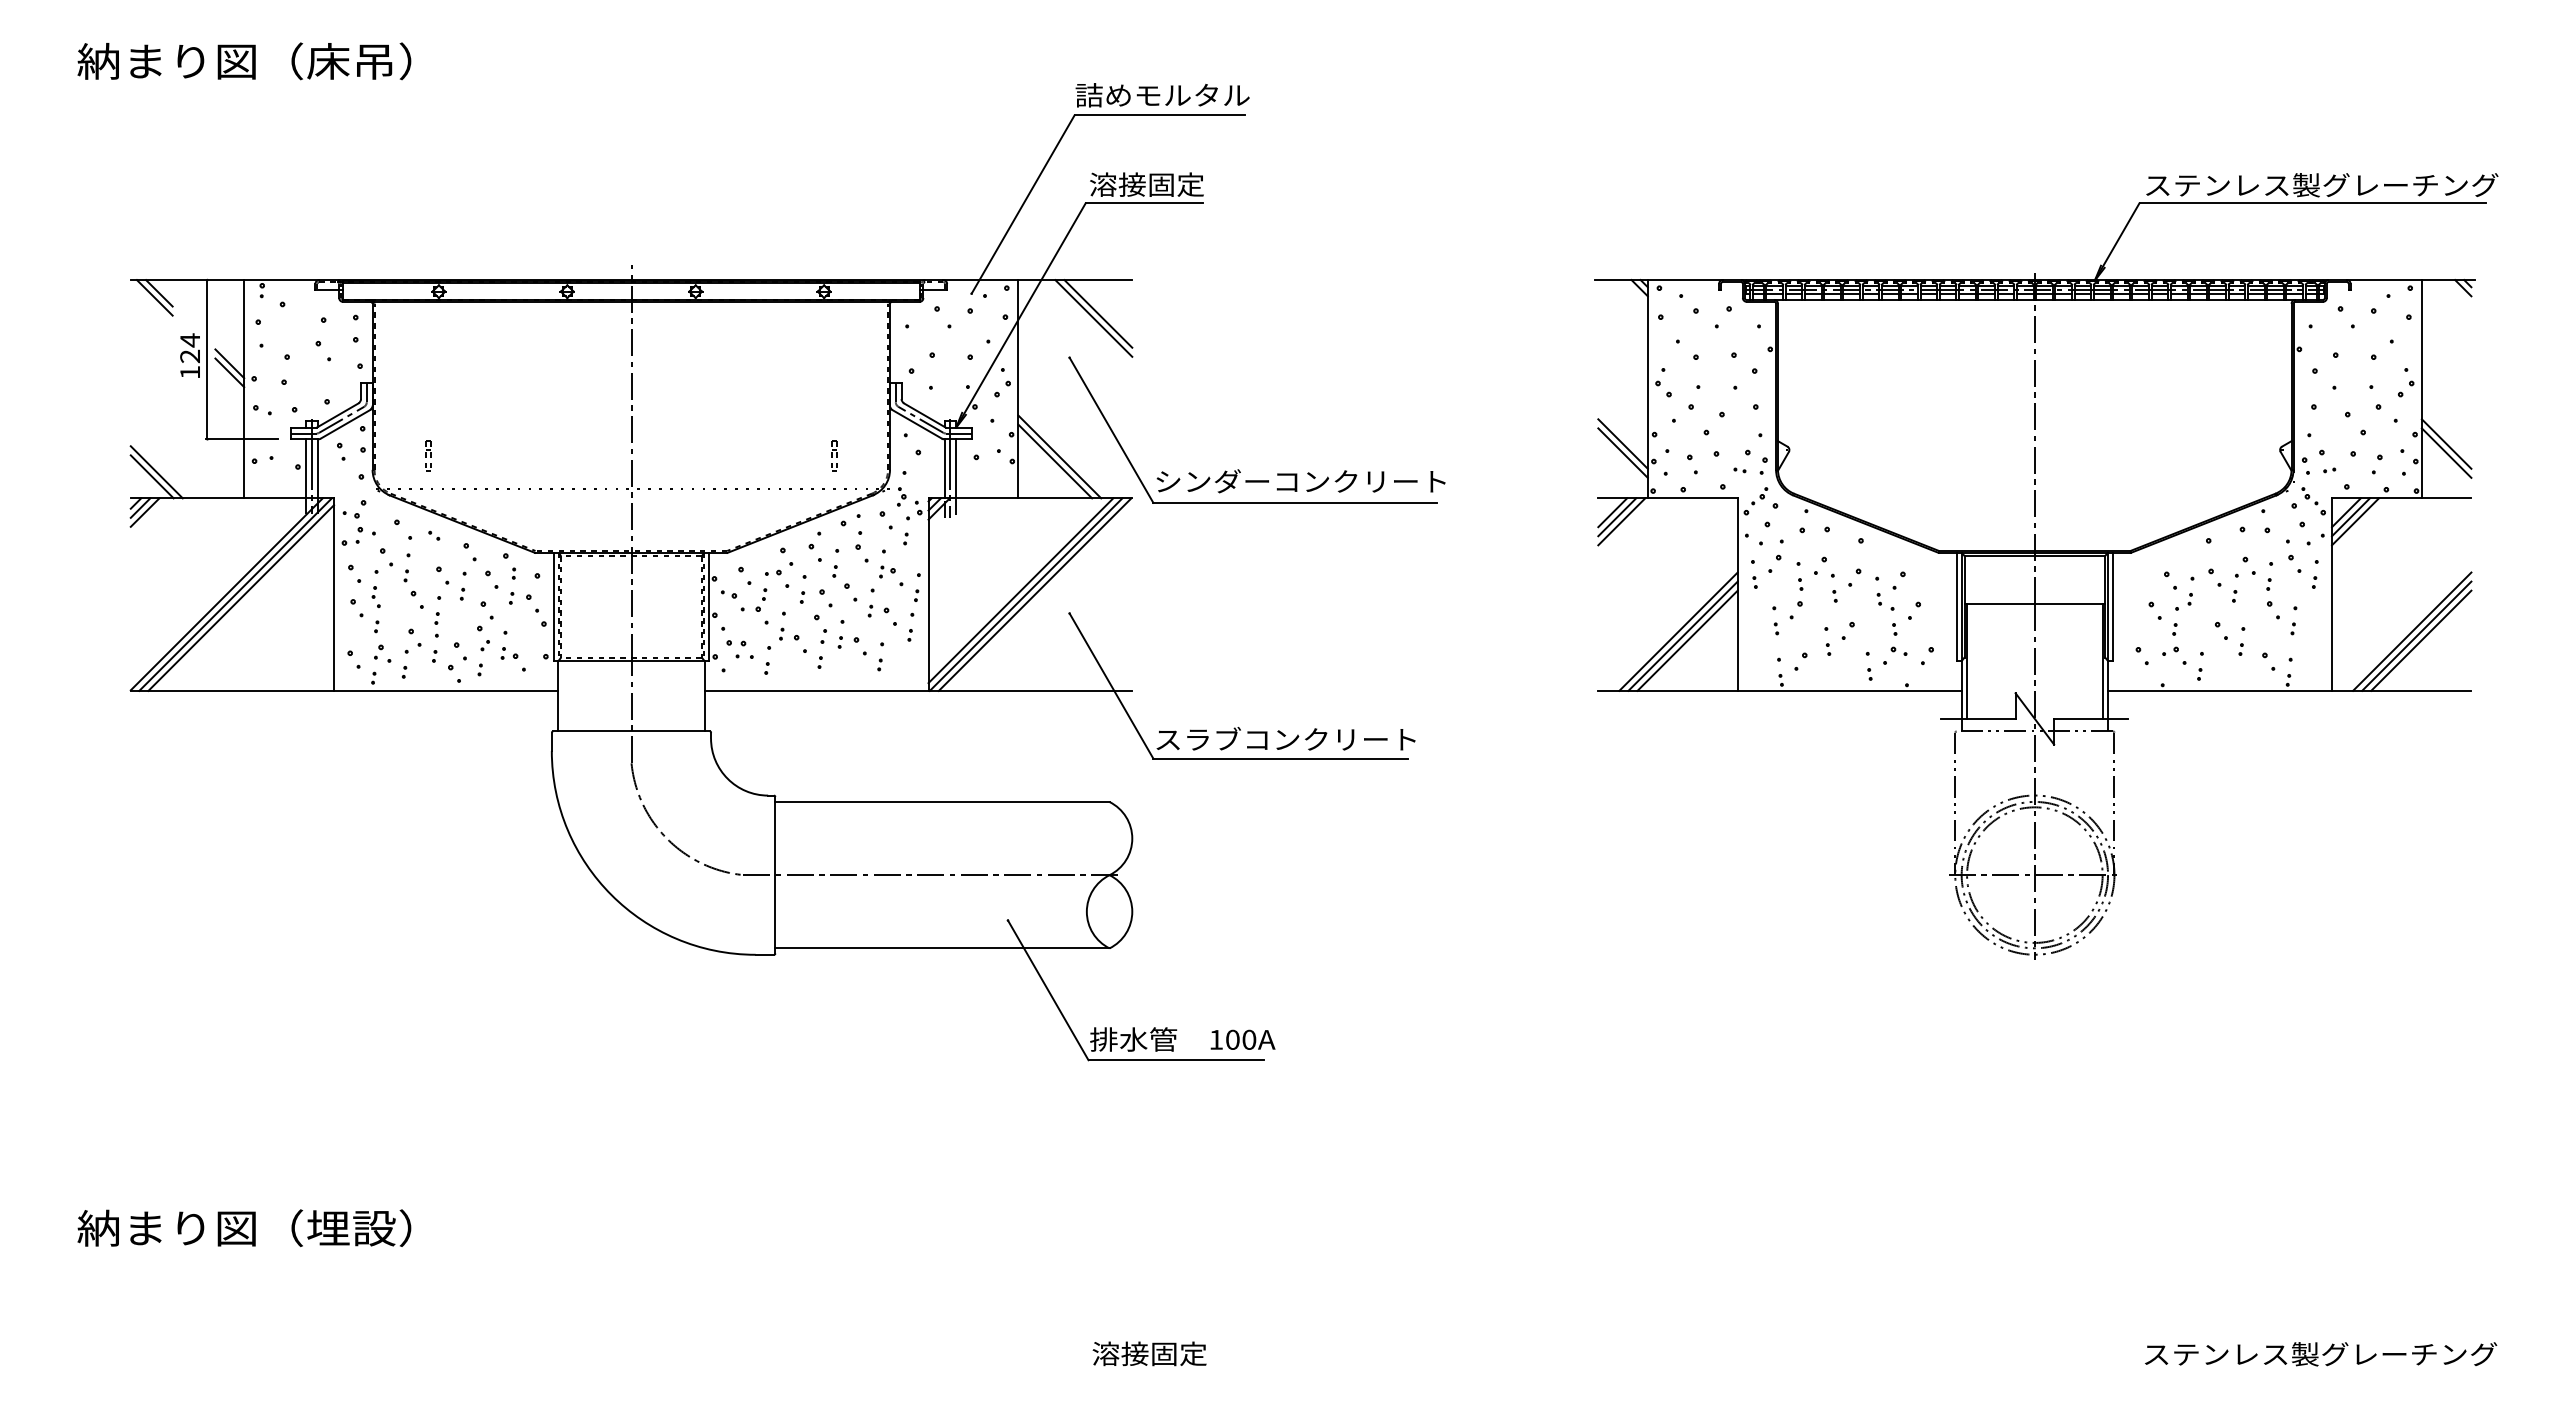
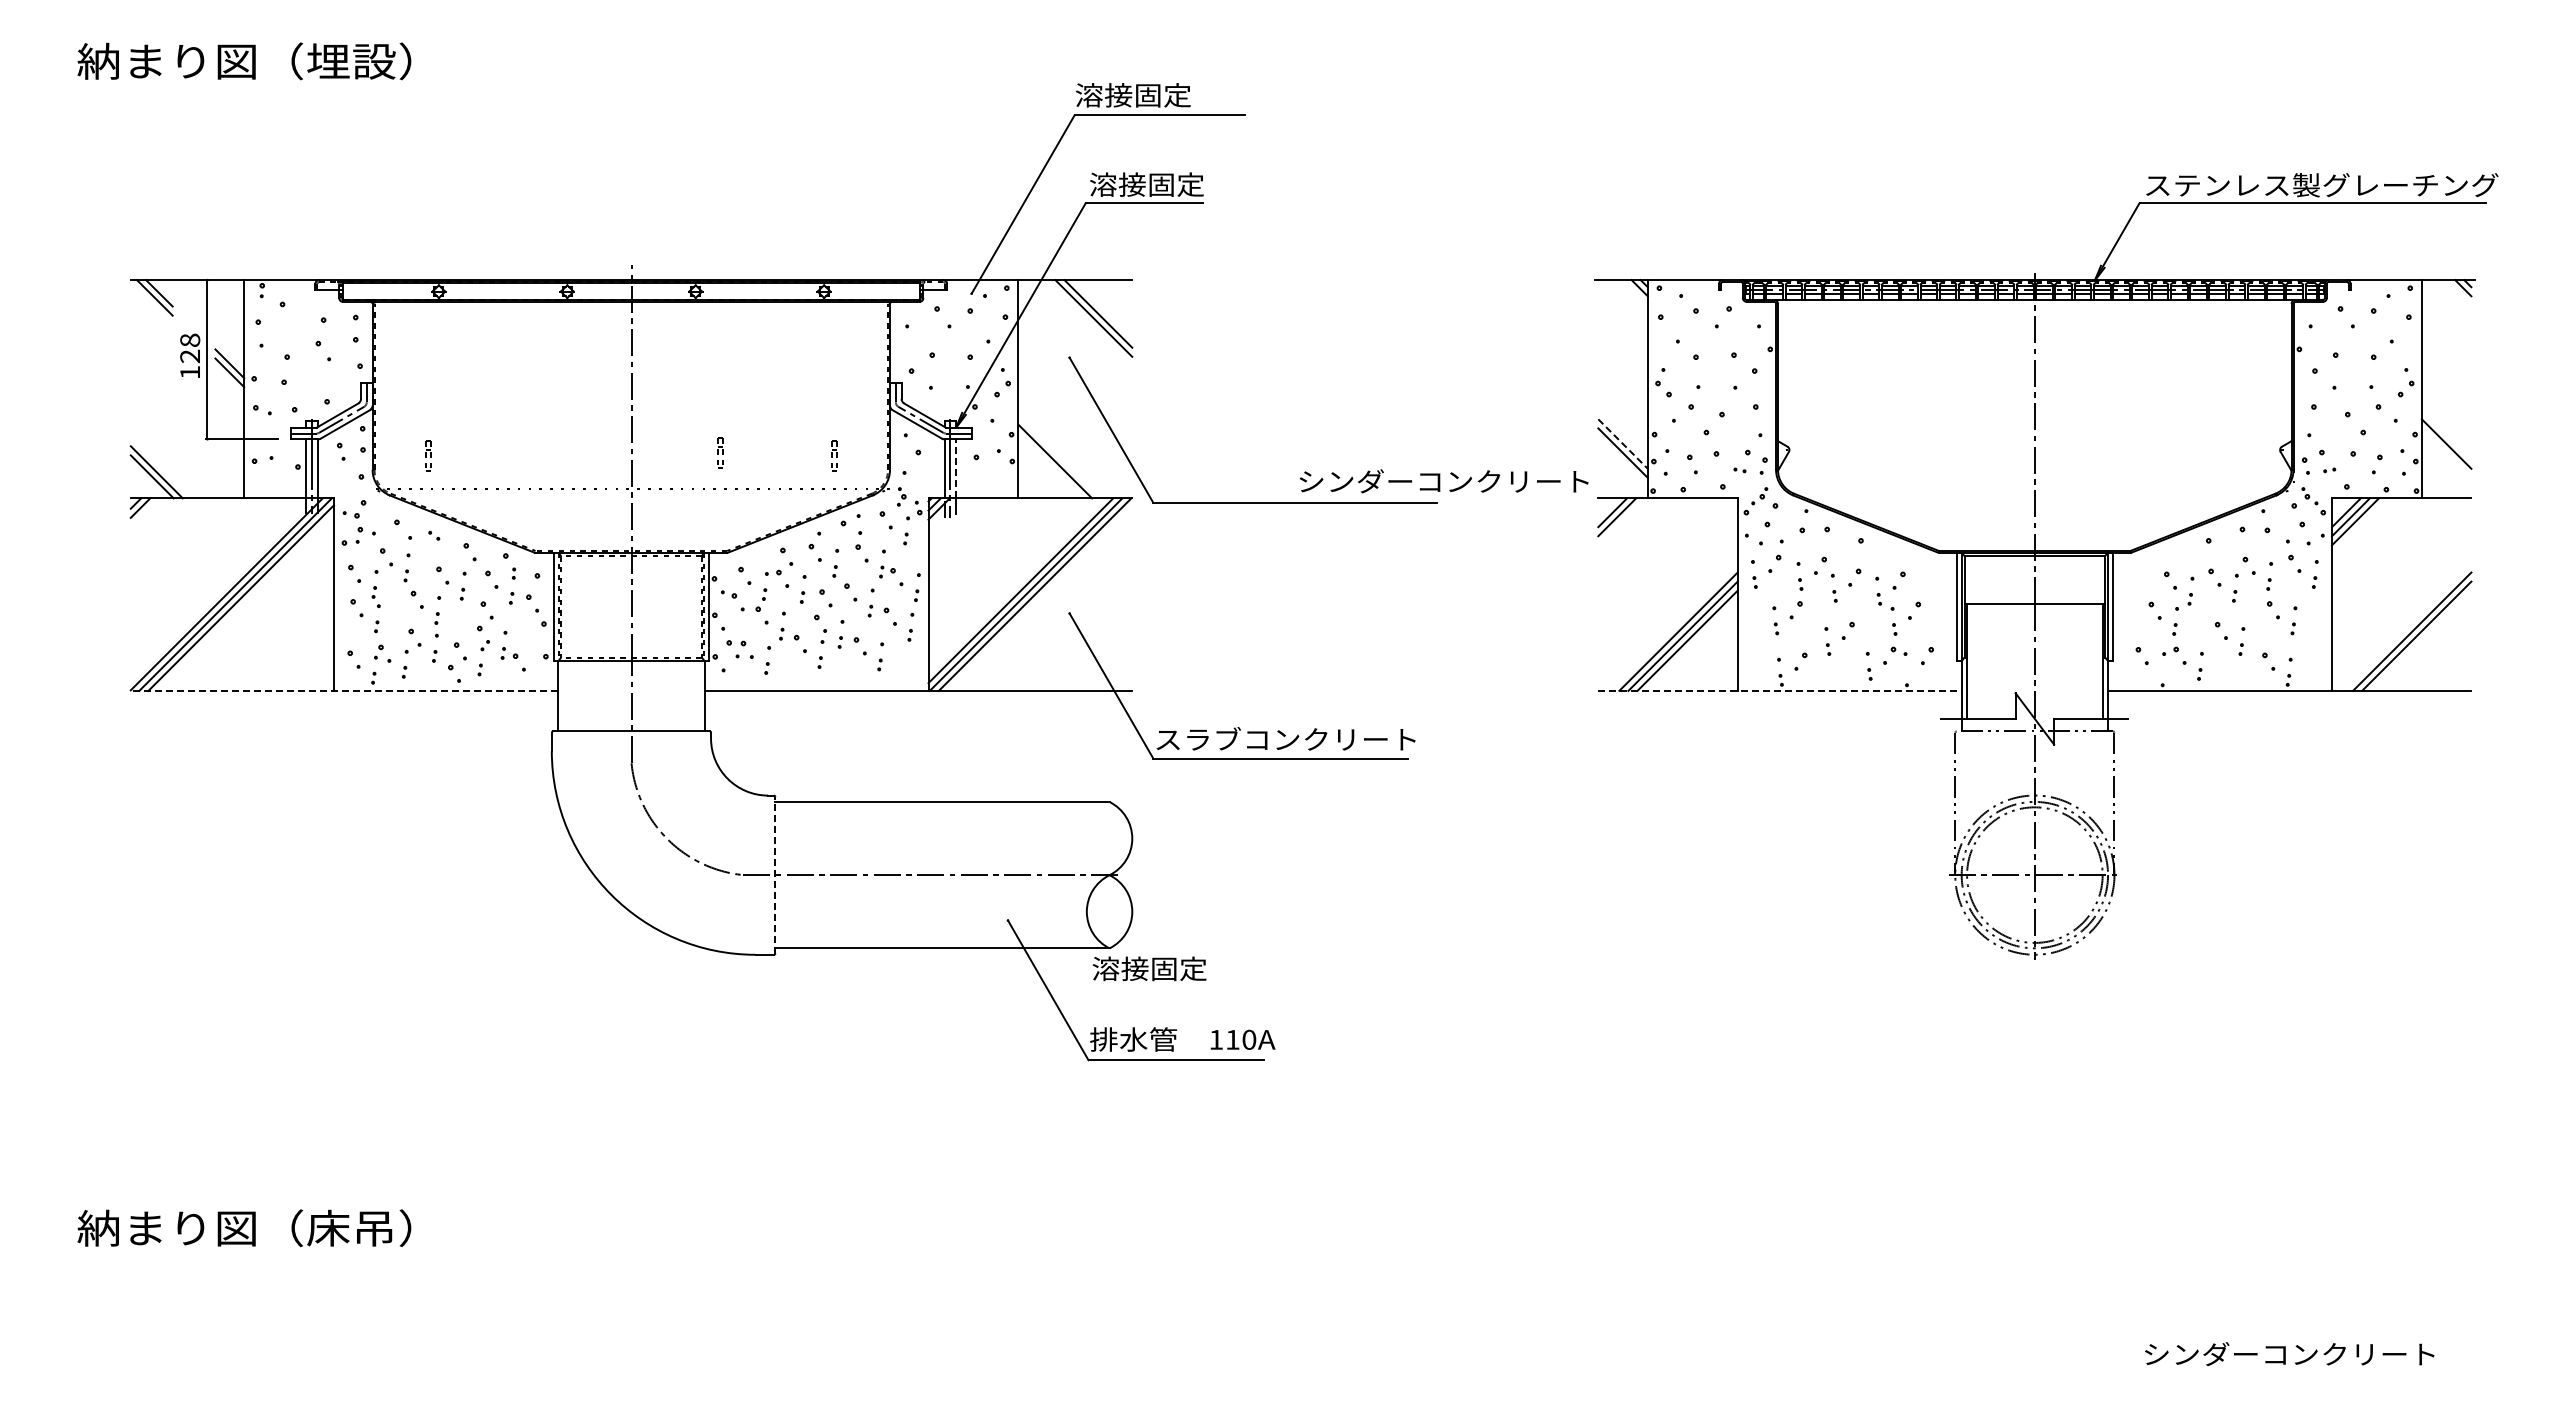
text at (351, 61): 納まり図（床吊） -> 納まり図（埋設）
text at (1162, 95): 詰めモルタル -> 溶接固定
text at (190, 340): 124 -> 128
line at (1623, 444): solid -> dashed
part at (720, 452): none -> present
line at (2446, 452): present -> none
line at (1059, 456): present -> none
line at (956, 468): solid -> dashed
text at (1300, 481) position: (1300, 481) -> (1443, 481)
line at (144, 512): present -> none
line at (1621, 521): present -> none
line at (2421, 640): present -> none
line at (344, 690): solid -> dashed
line at (1780, 690): solid -> dashed
line at (775, 874): solid -> dashed
text at (1232, 1039): 100A -> 110A
text at (351, 1227): 納まり図（埋設） -> 納まり図（床吊）
text at (1149, 1353) position: (1149, 1353) -> (1149, 968)
text at (2321, 1354): ステンレス製グレーチング -> シンダーコンクリート
